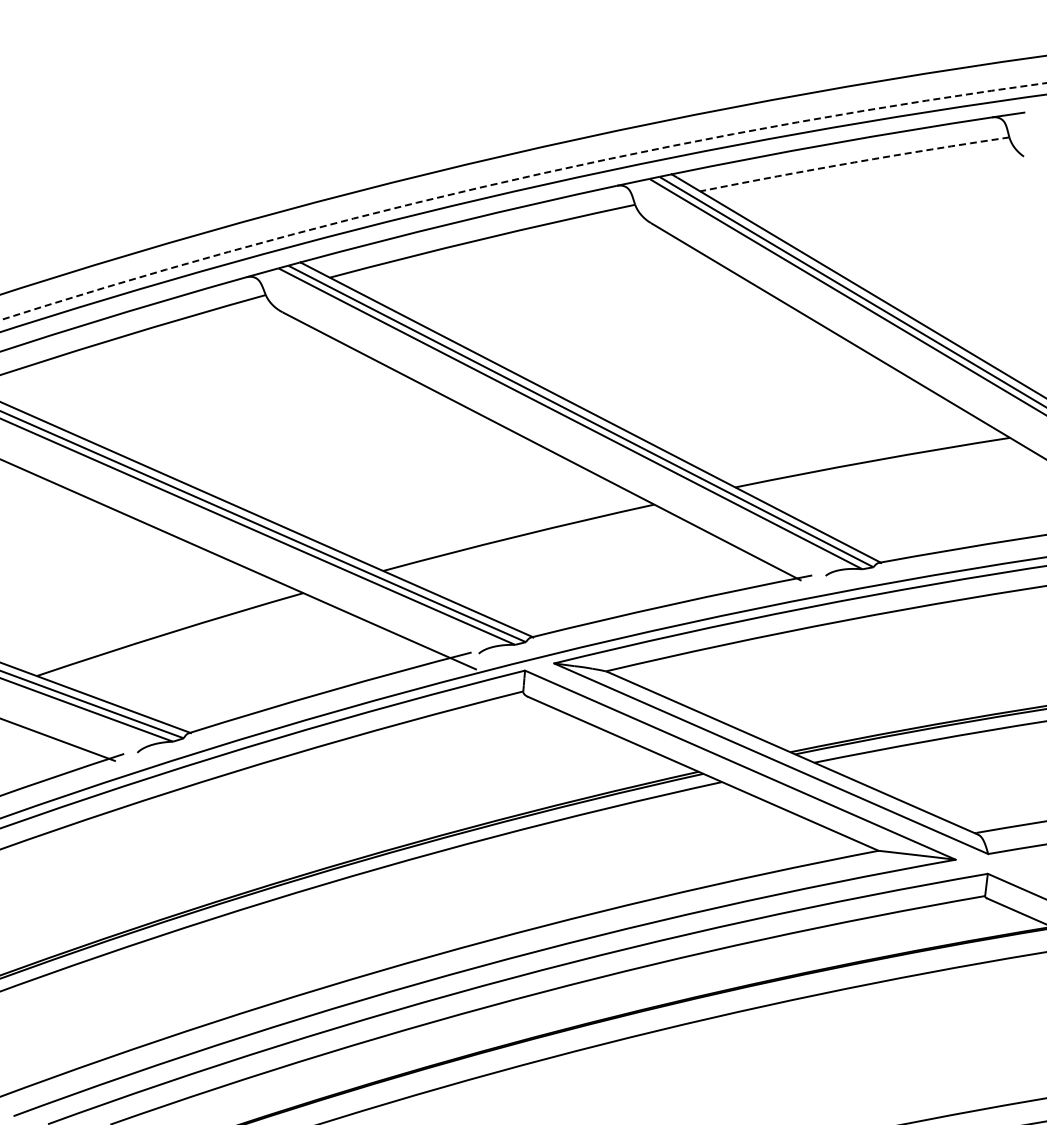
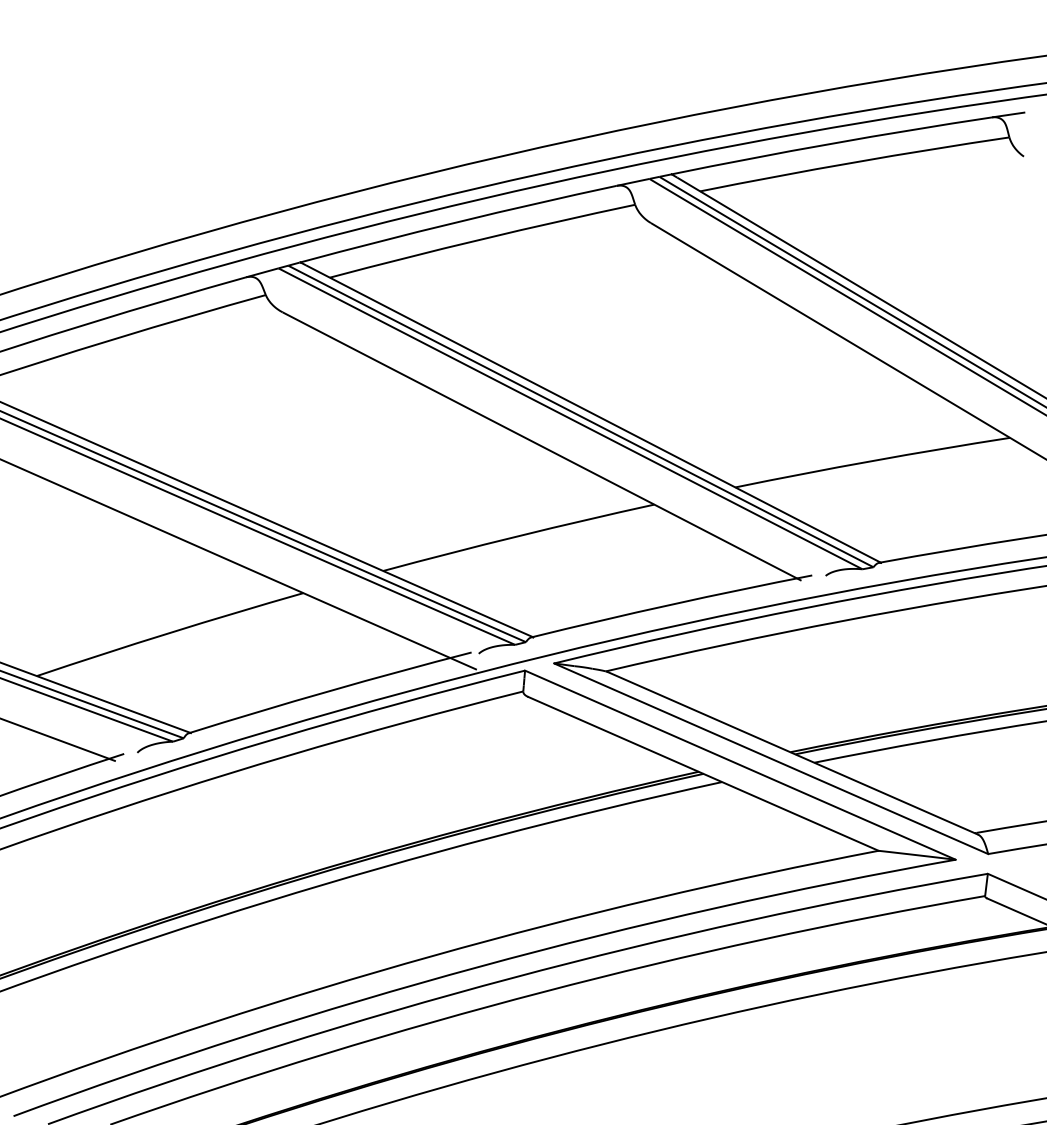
arc at (854, 162): dashed -> solid
arc at (519, 178): dashed -> solid
